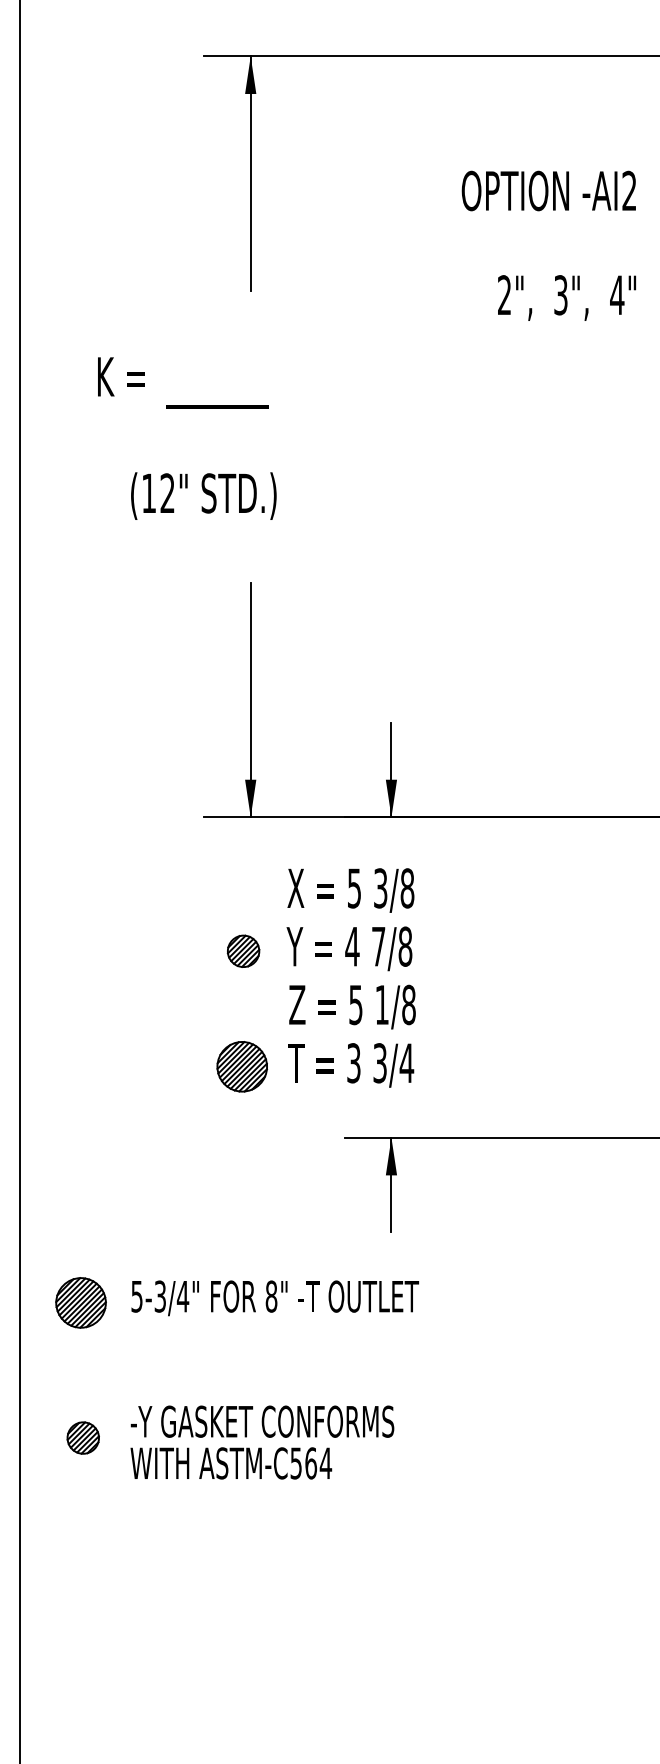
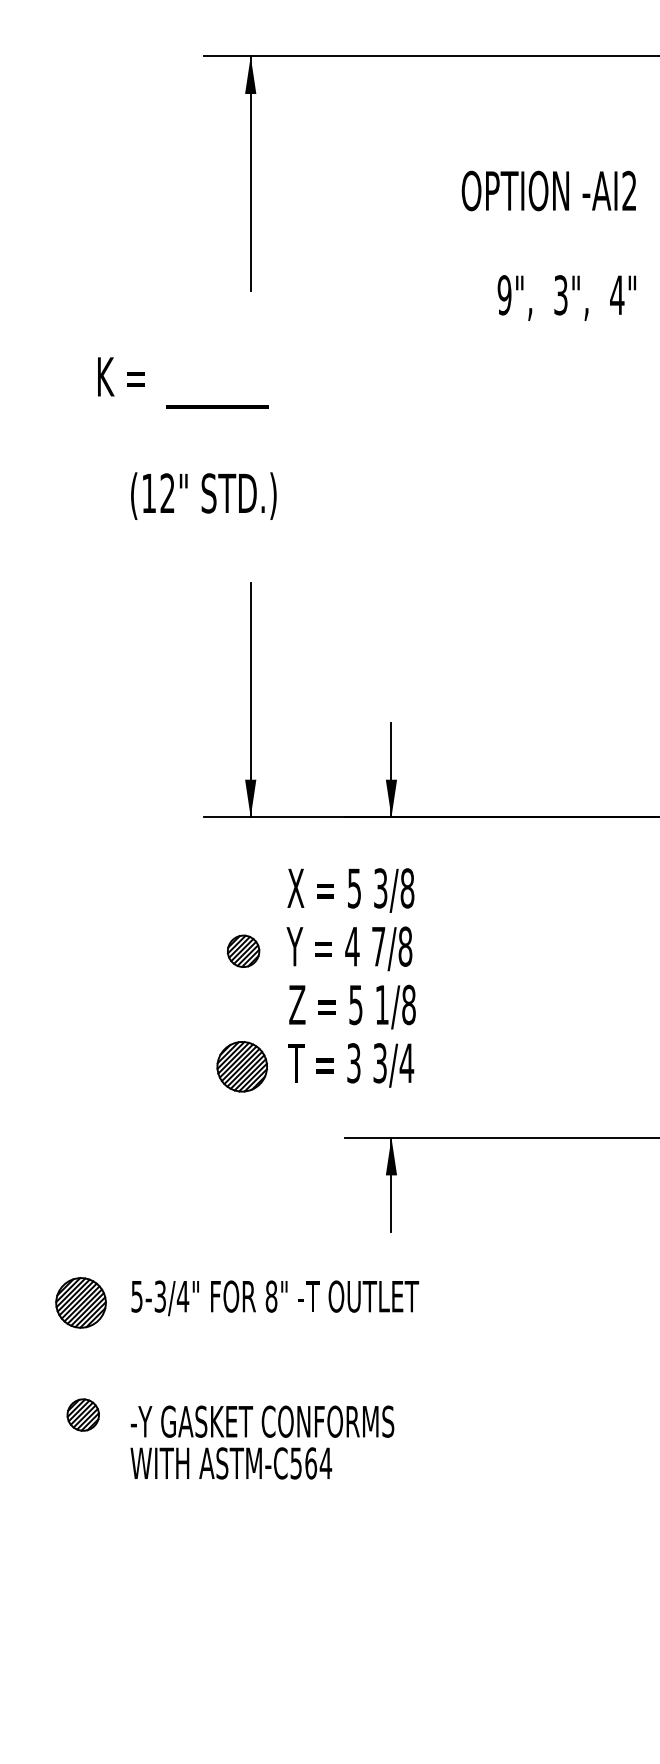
text at (504, 295): 2", -> 9",
line at (19, 881): present -> none
part at (82, 1437) position: (82, 1437) -> (82, 1414)
